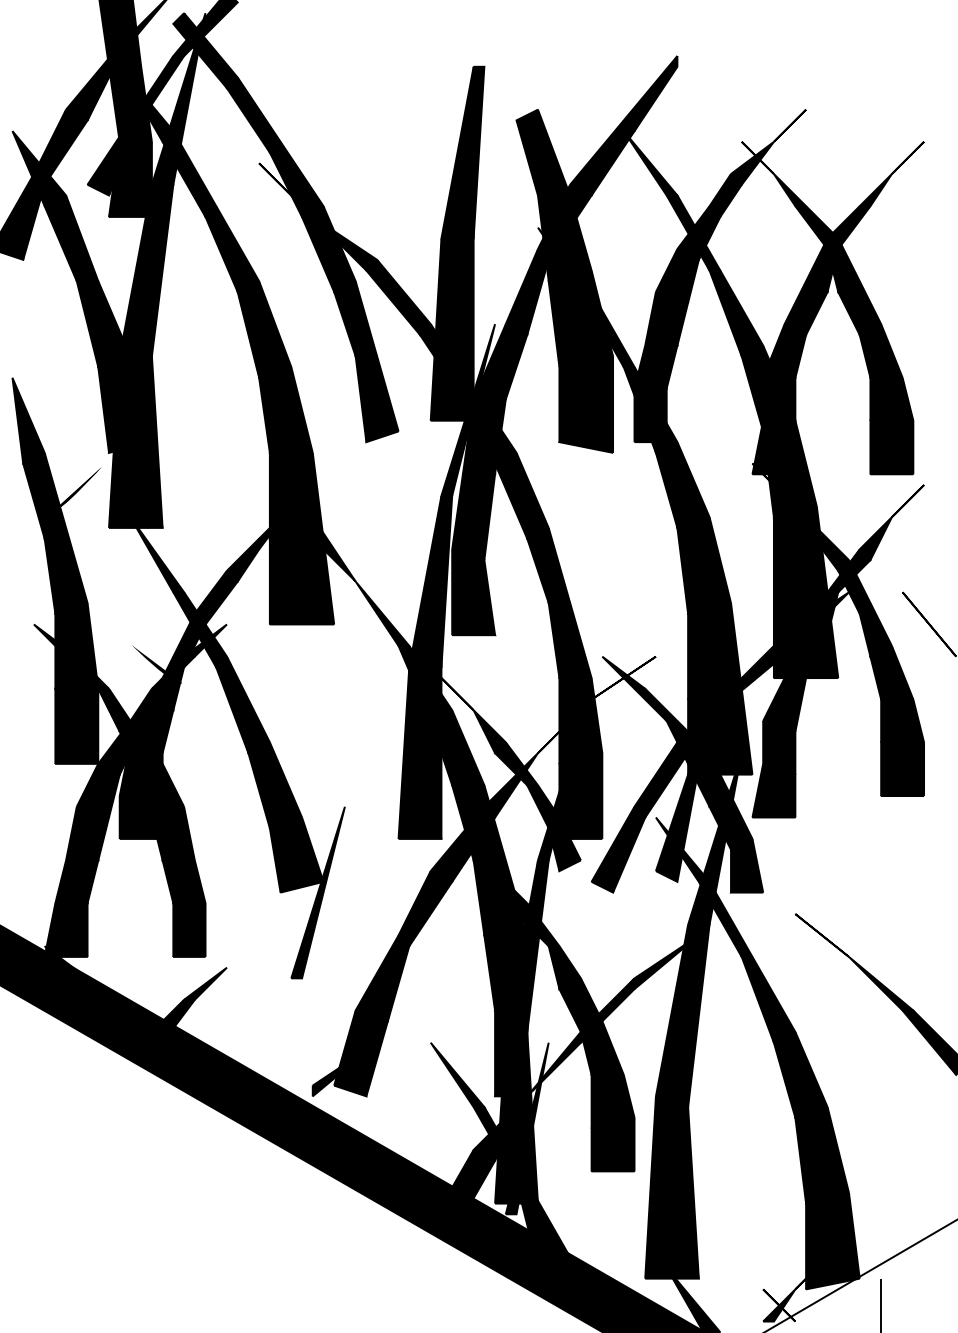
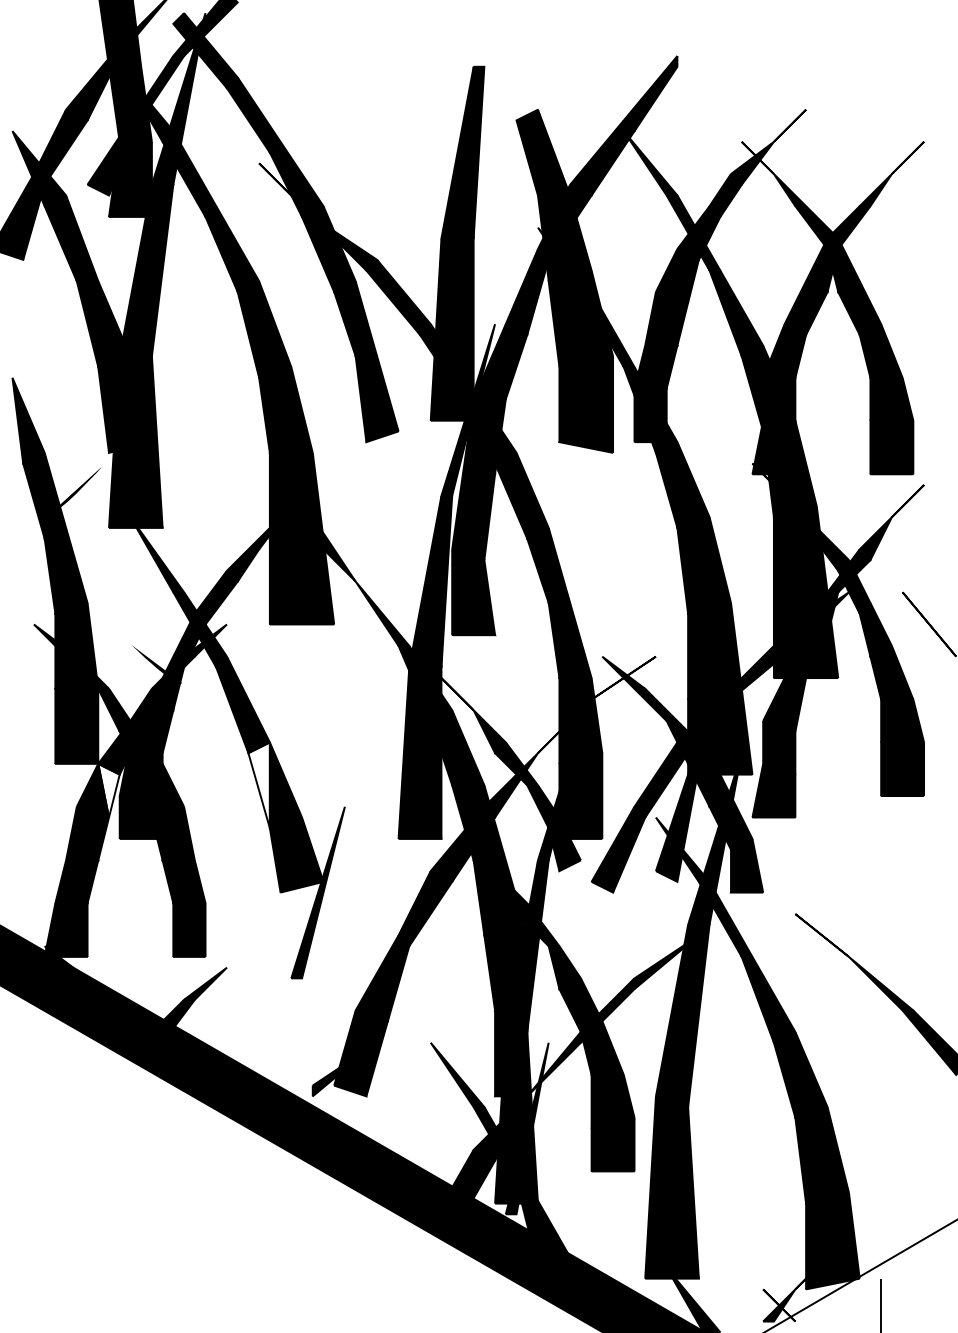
fill at (258, 785): present -> none
fill at (108, 790): present -> none
